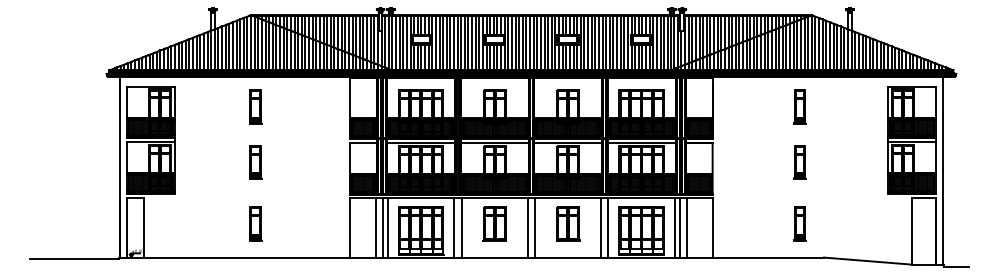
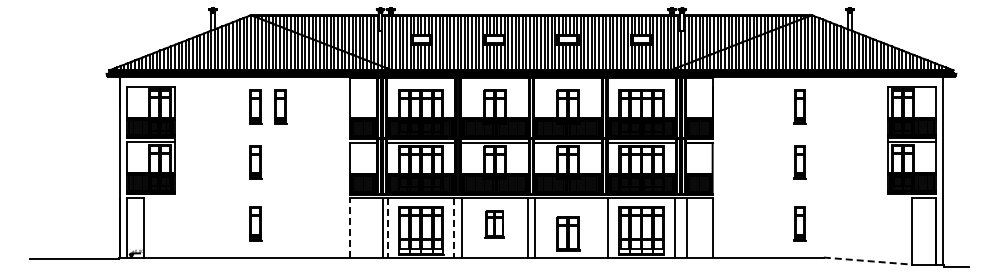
part at (280, 106): none -> present
part at (494, 223) size: 25x36 px -> 21x29 px
part at (568, 223) position: (568, 223) -> (568, 233)
line at (350, 227): solid -> dashed
line at (375, 227): present -> none
line at (388, 227): solid -> dashed
line at (454, 227): solid -> dashed
line at (601, 227): present -> none
line at (680, 227): present -> none
line at (868, 261): solid -> dashed
